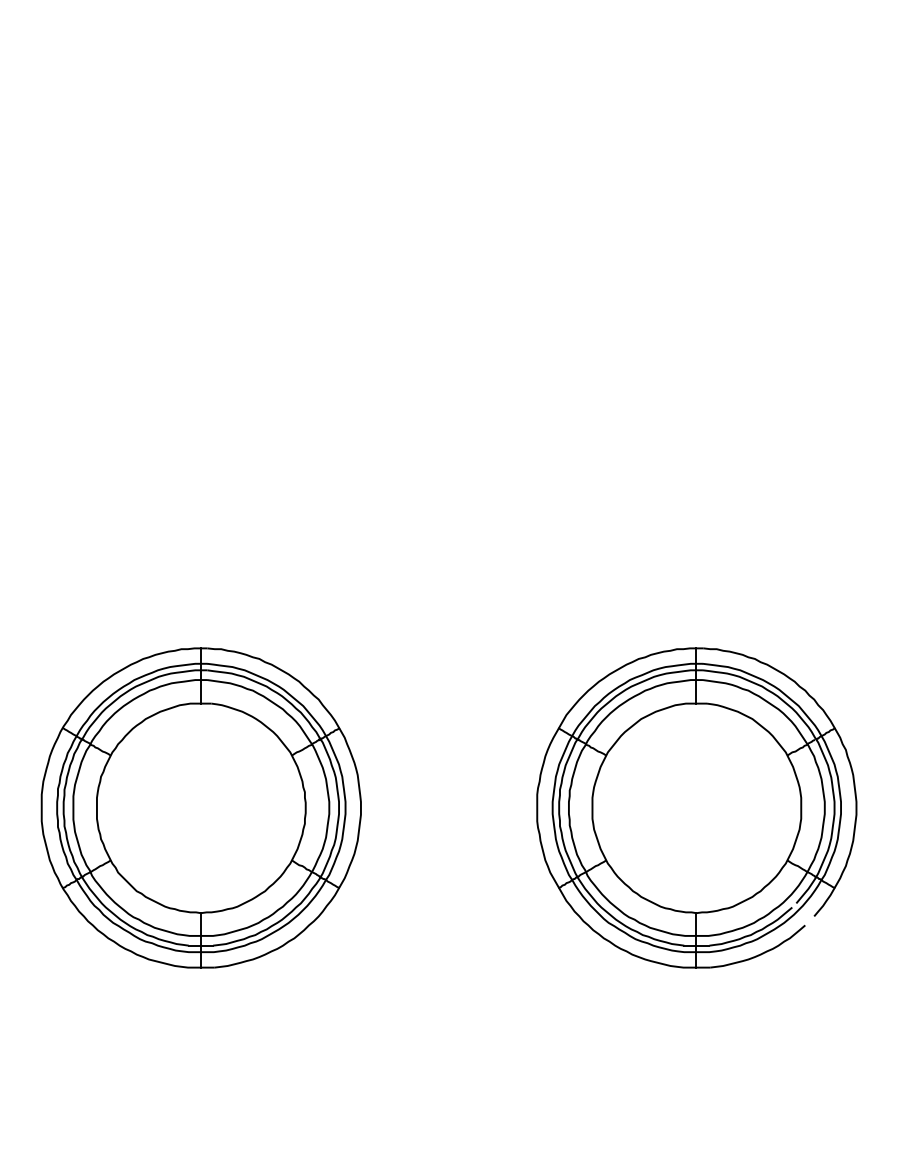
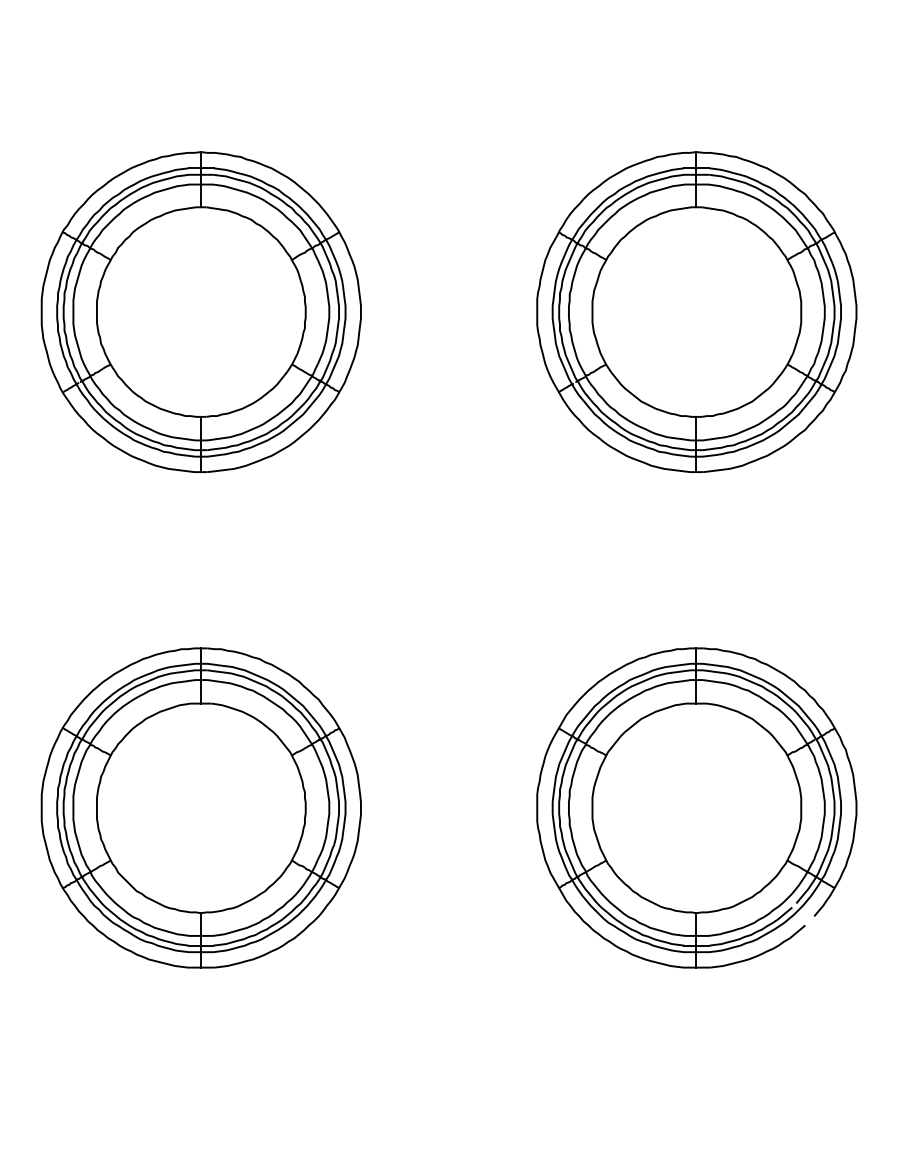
part at (200, 311): none -> present
part at (696, 311): none -> present
